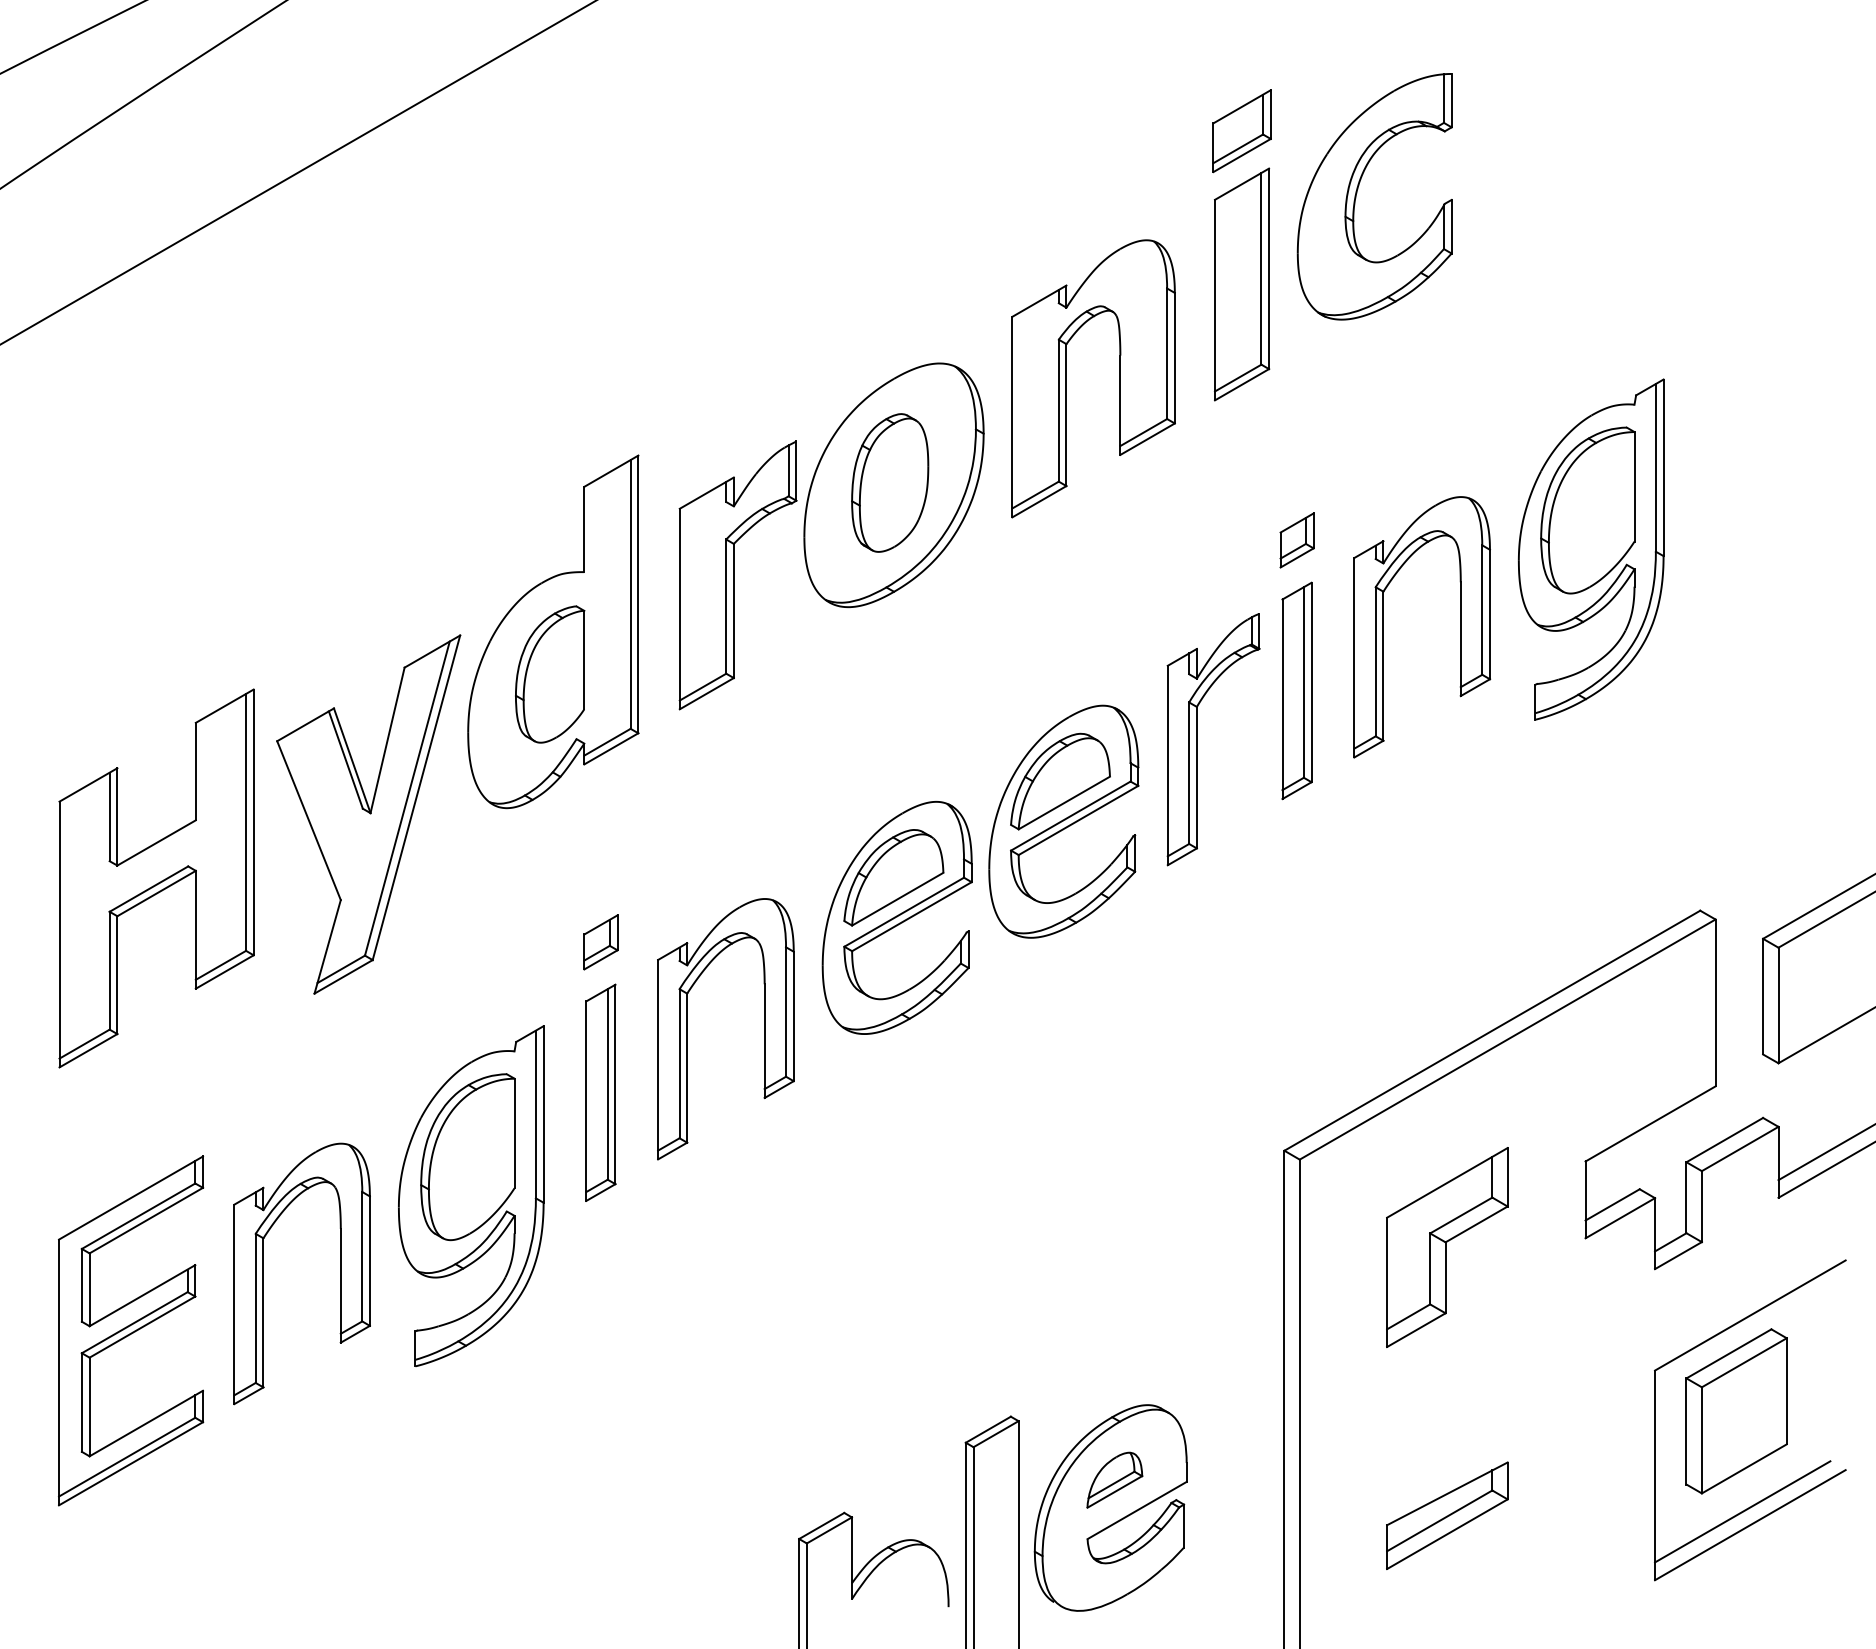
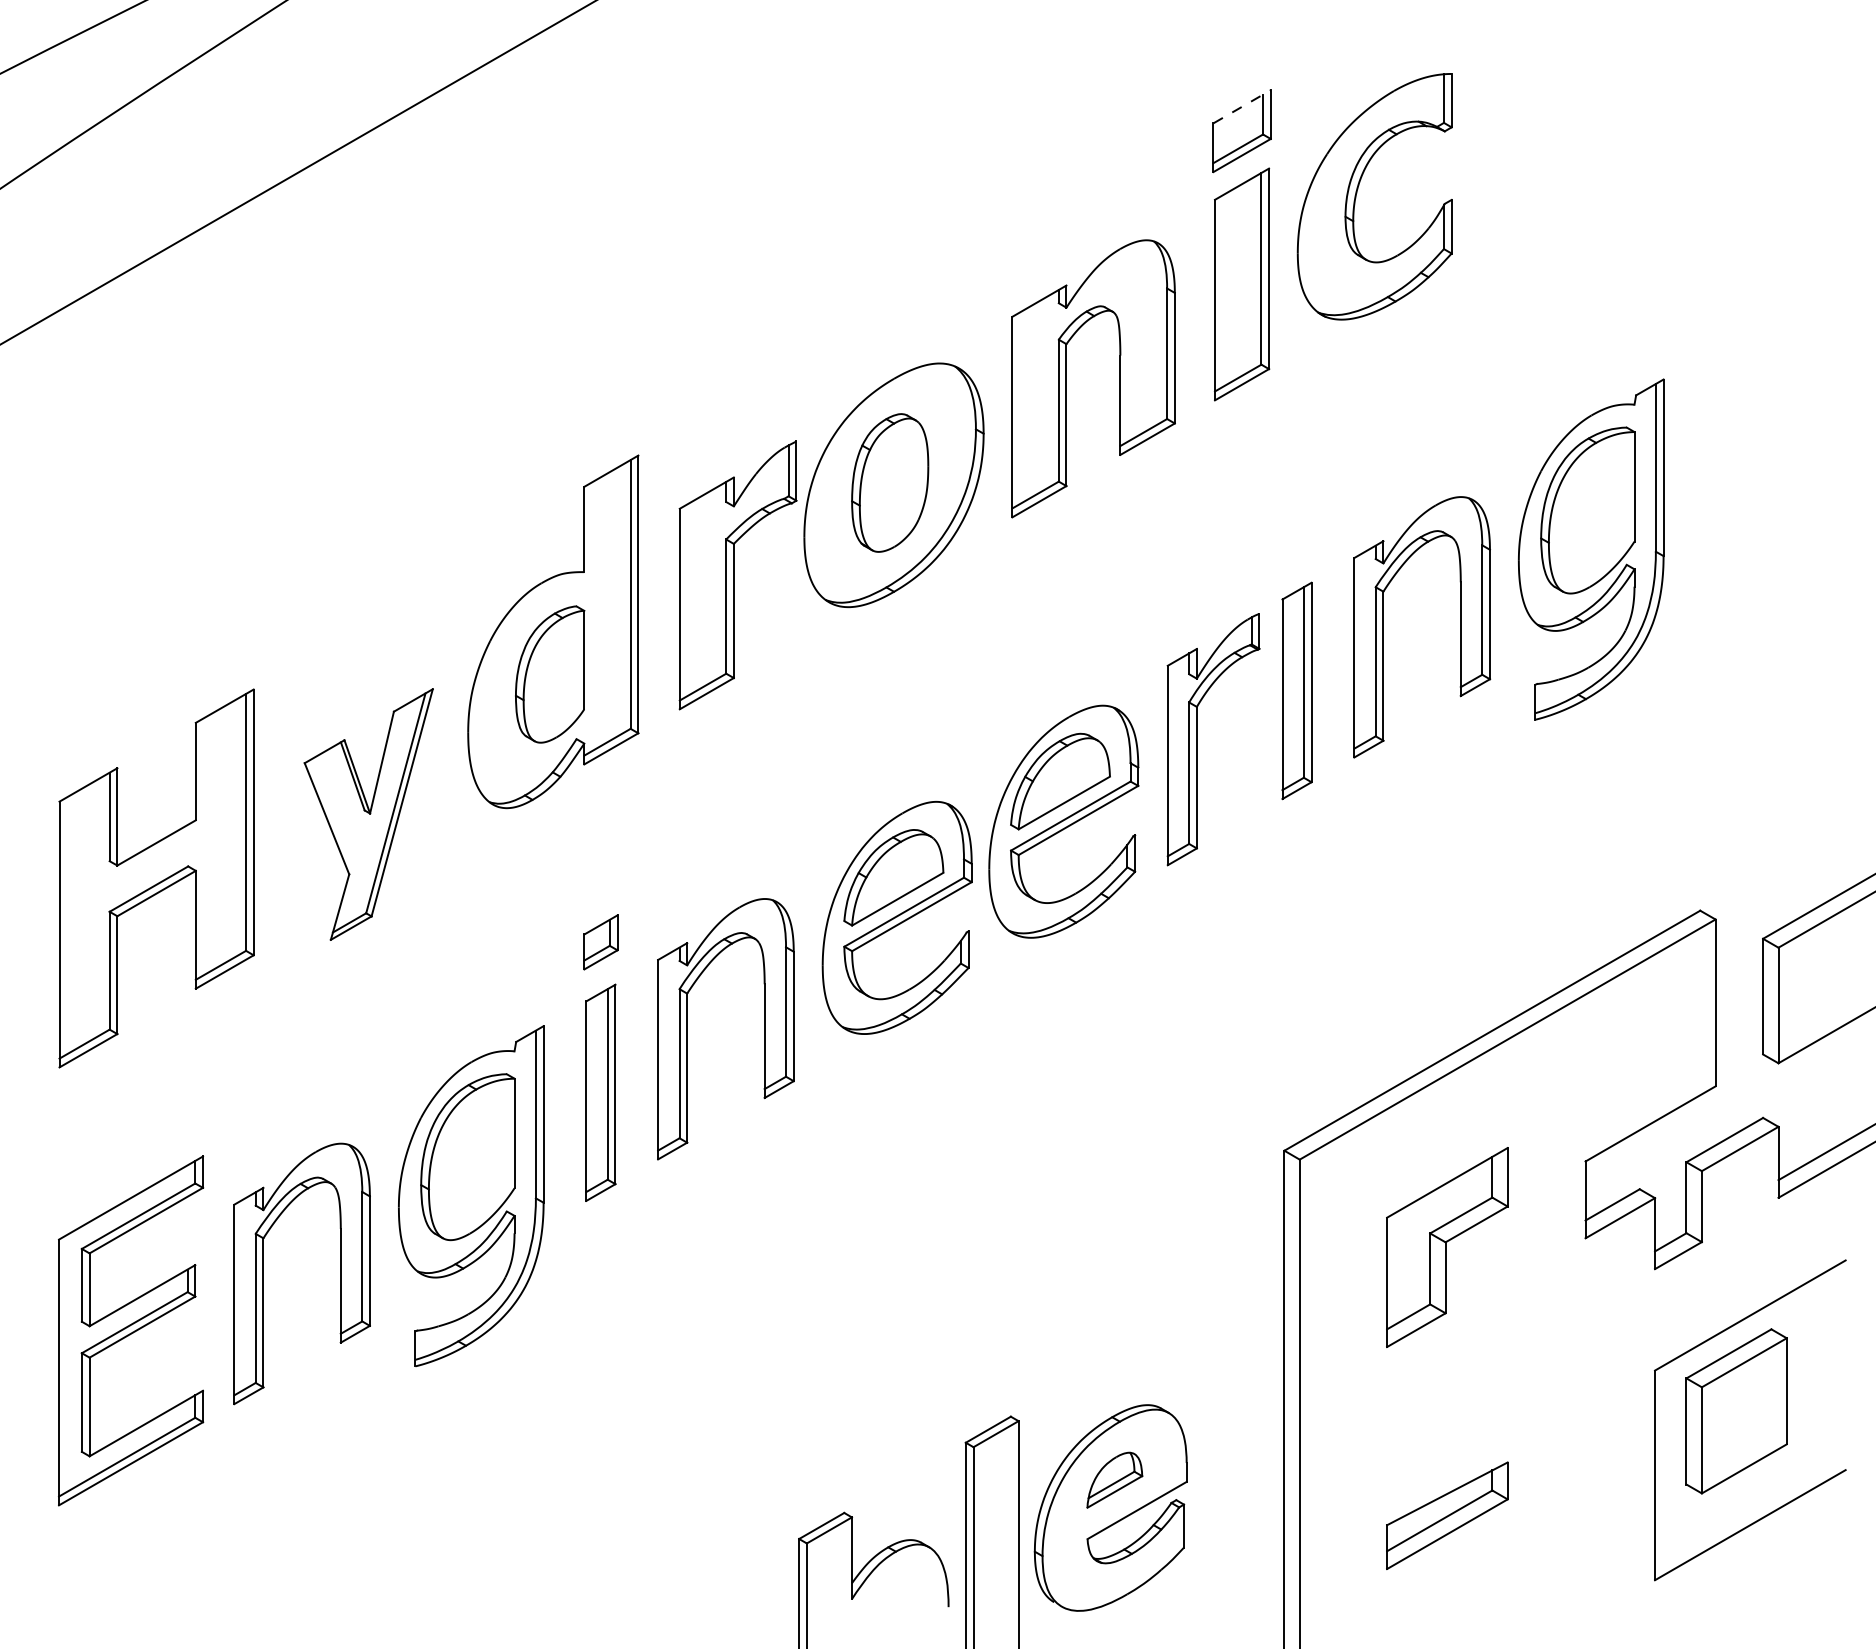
line at (1242, 106): solid -> dashed
part at (1296, 540): present -> none
part at (368, 814) size: 186x361 px -> 131x253 px
line at (1742, 1511): present -> none
